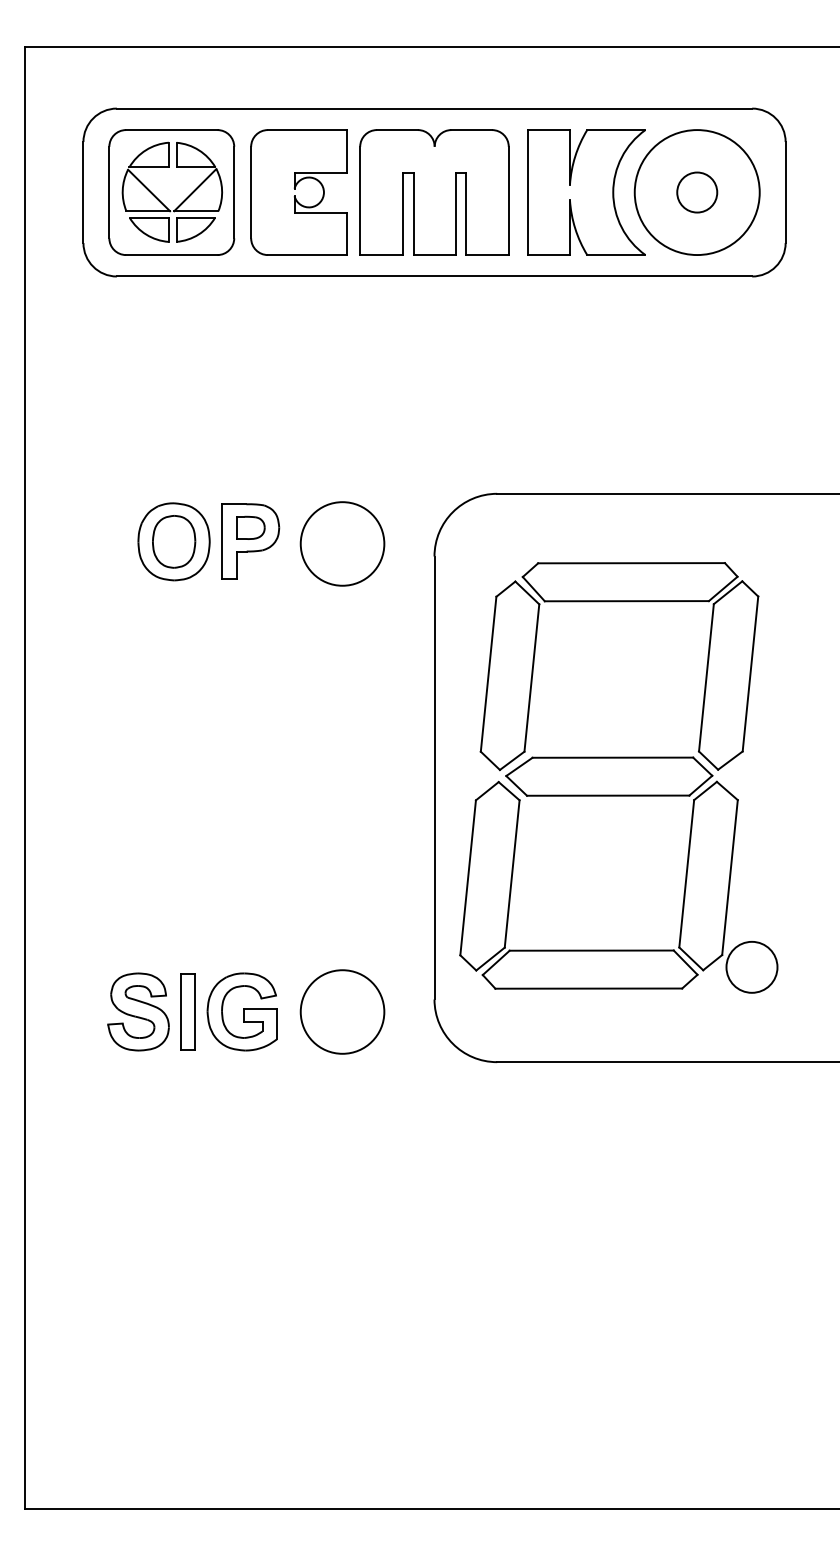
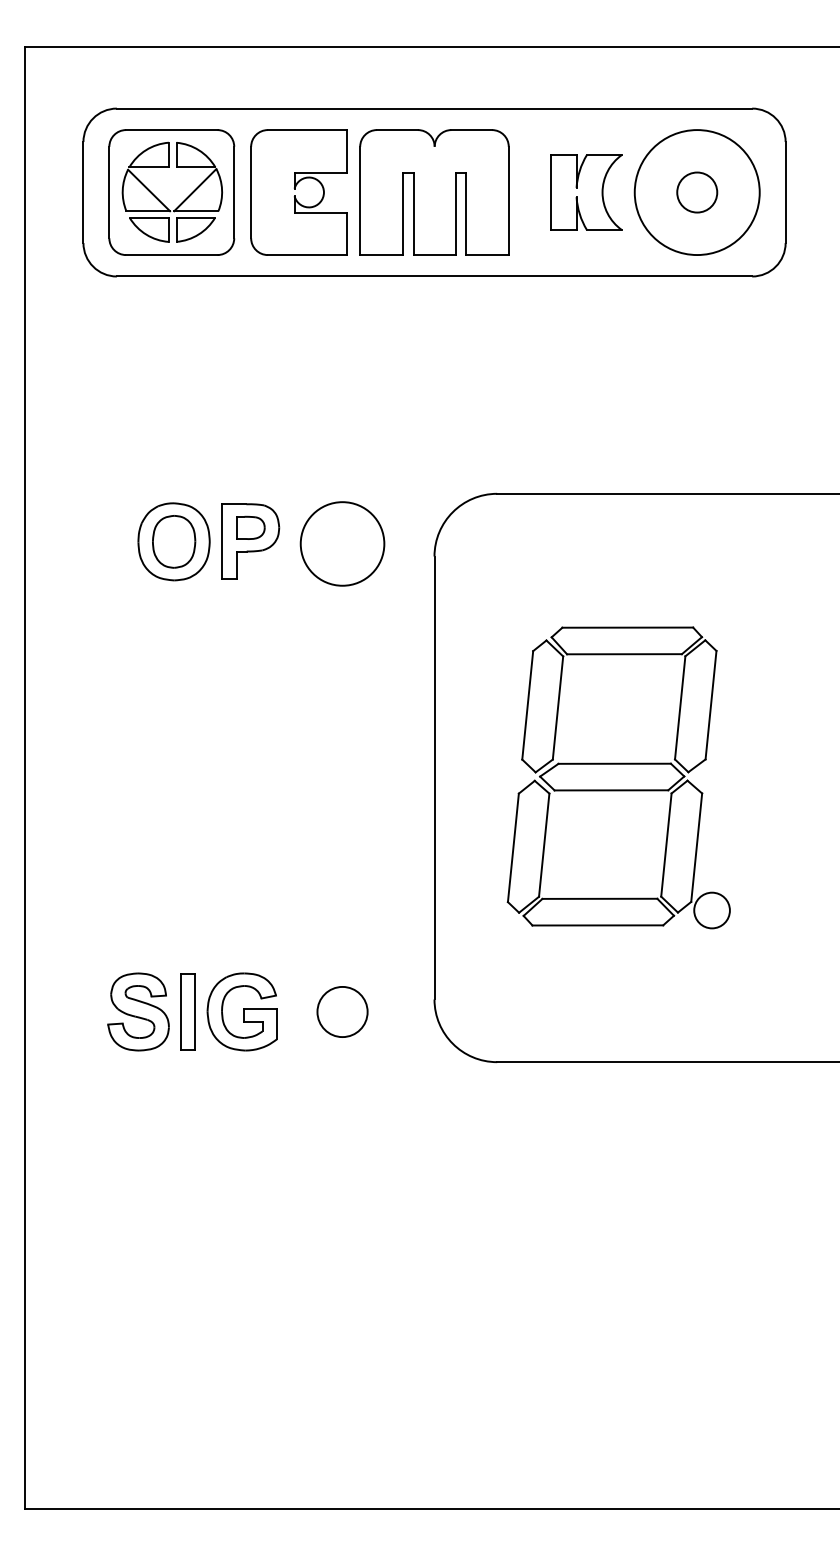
part at (586, 192) size: 119x127 px -> 73x77 px
part at (618, 777) size: 320x432 px -> 225x304 px
circle at (342, 1011) diameter: 84 px -> 50 px
